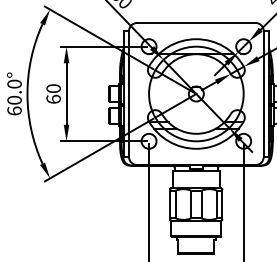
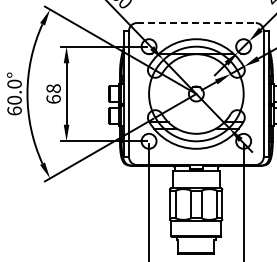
line at (196, 23): solid -> dashed
text at (53, 88): 60 -> 68
